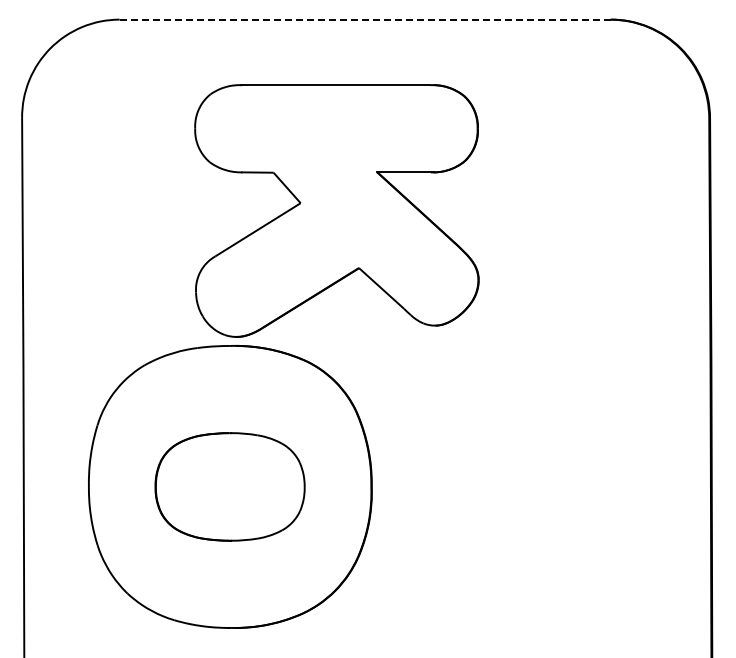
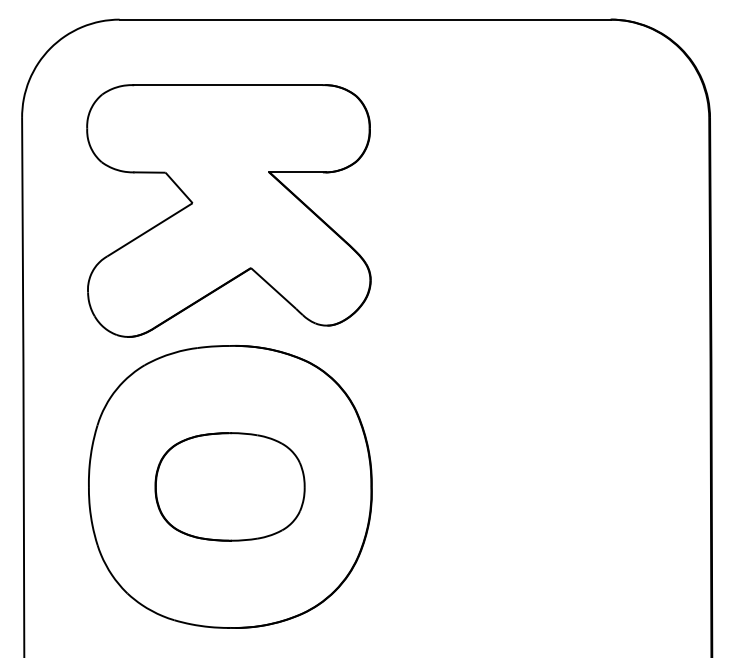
line at (365, 19): dashed -> solid
part at (336, 210) position: (336, 210) -> (228, 210)
